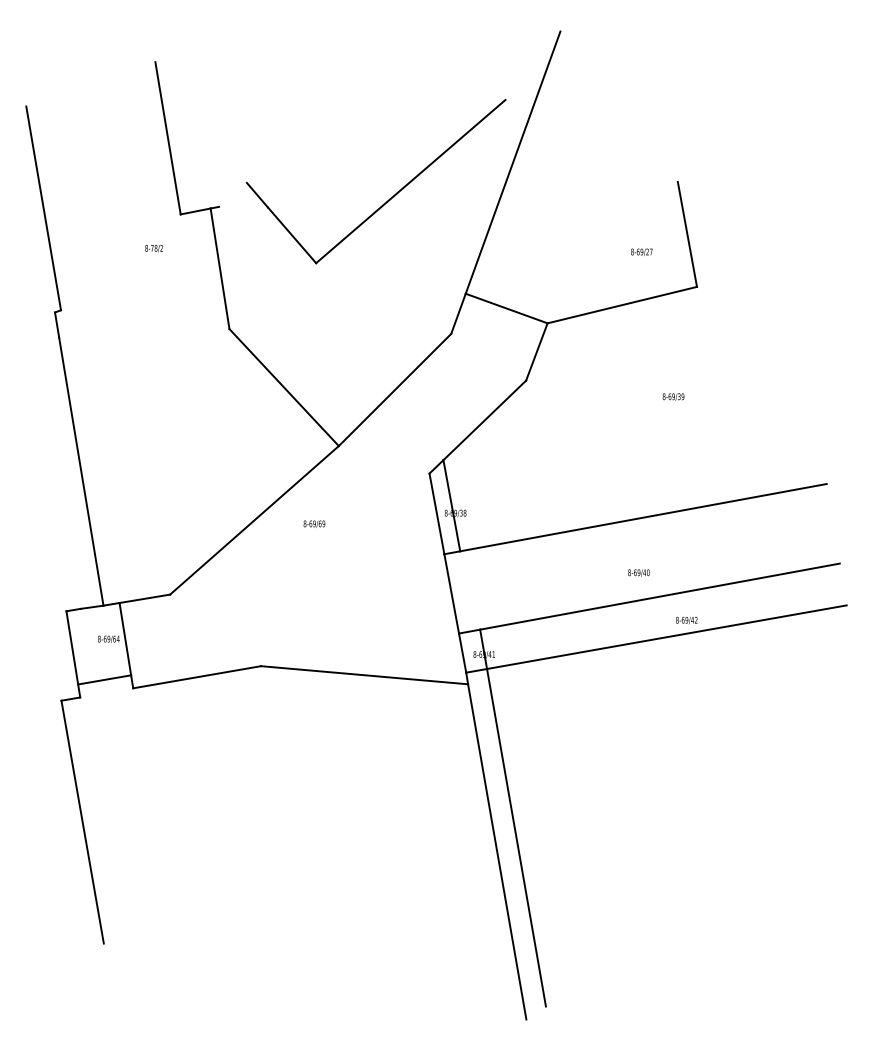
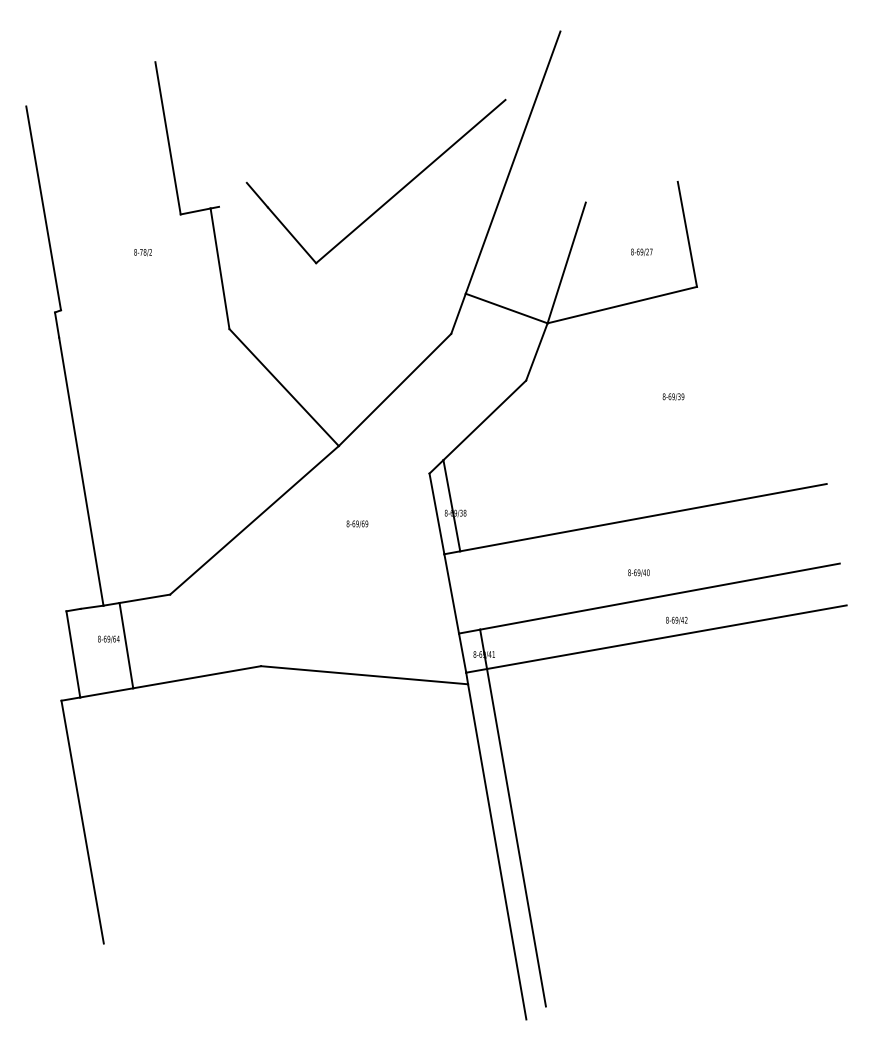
text at (153, 248) position: (153, 248) -> (142, 252)
line at (566, 262): none -> present
text at (314, 523) position: (314, 523) -> (357, 523)
text at (686, 620) position: (686, 620) -> (676, 620)
line at (104, 679) position: (104, 679) -> (106, 692)
